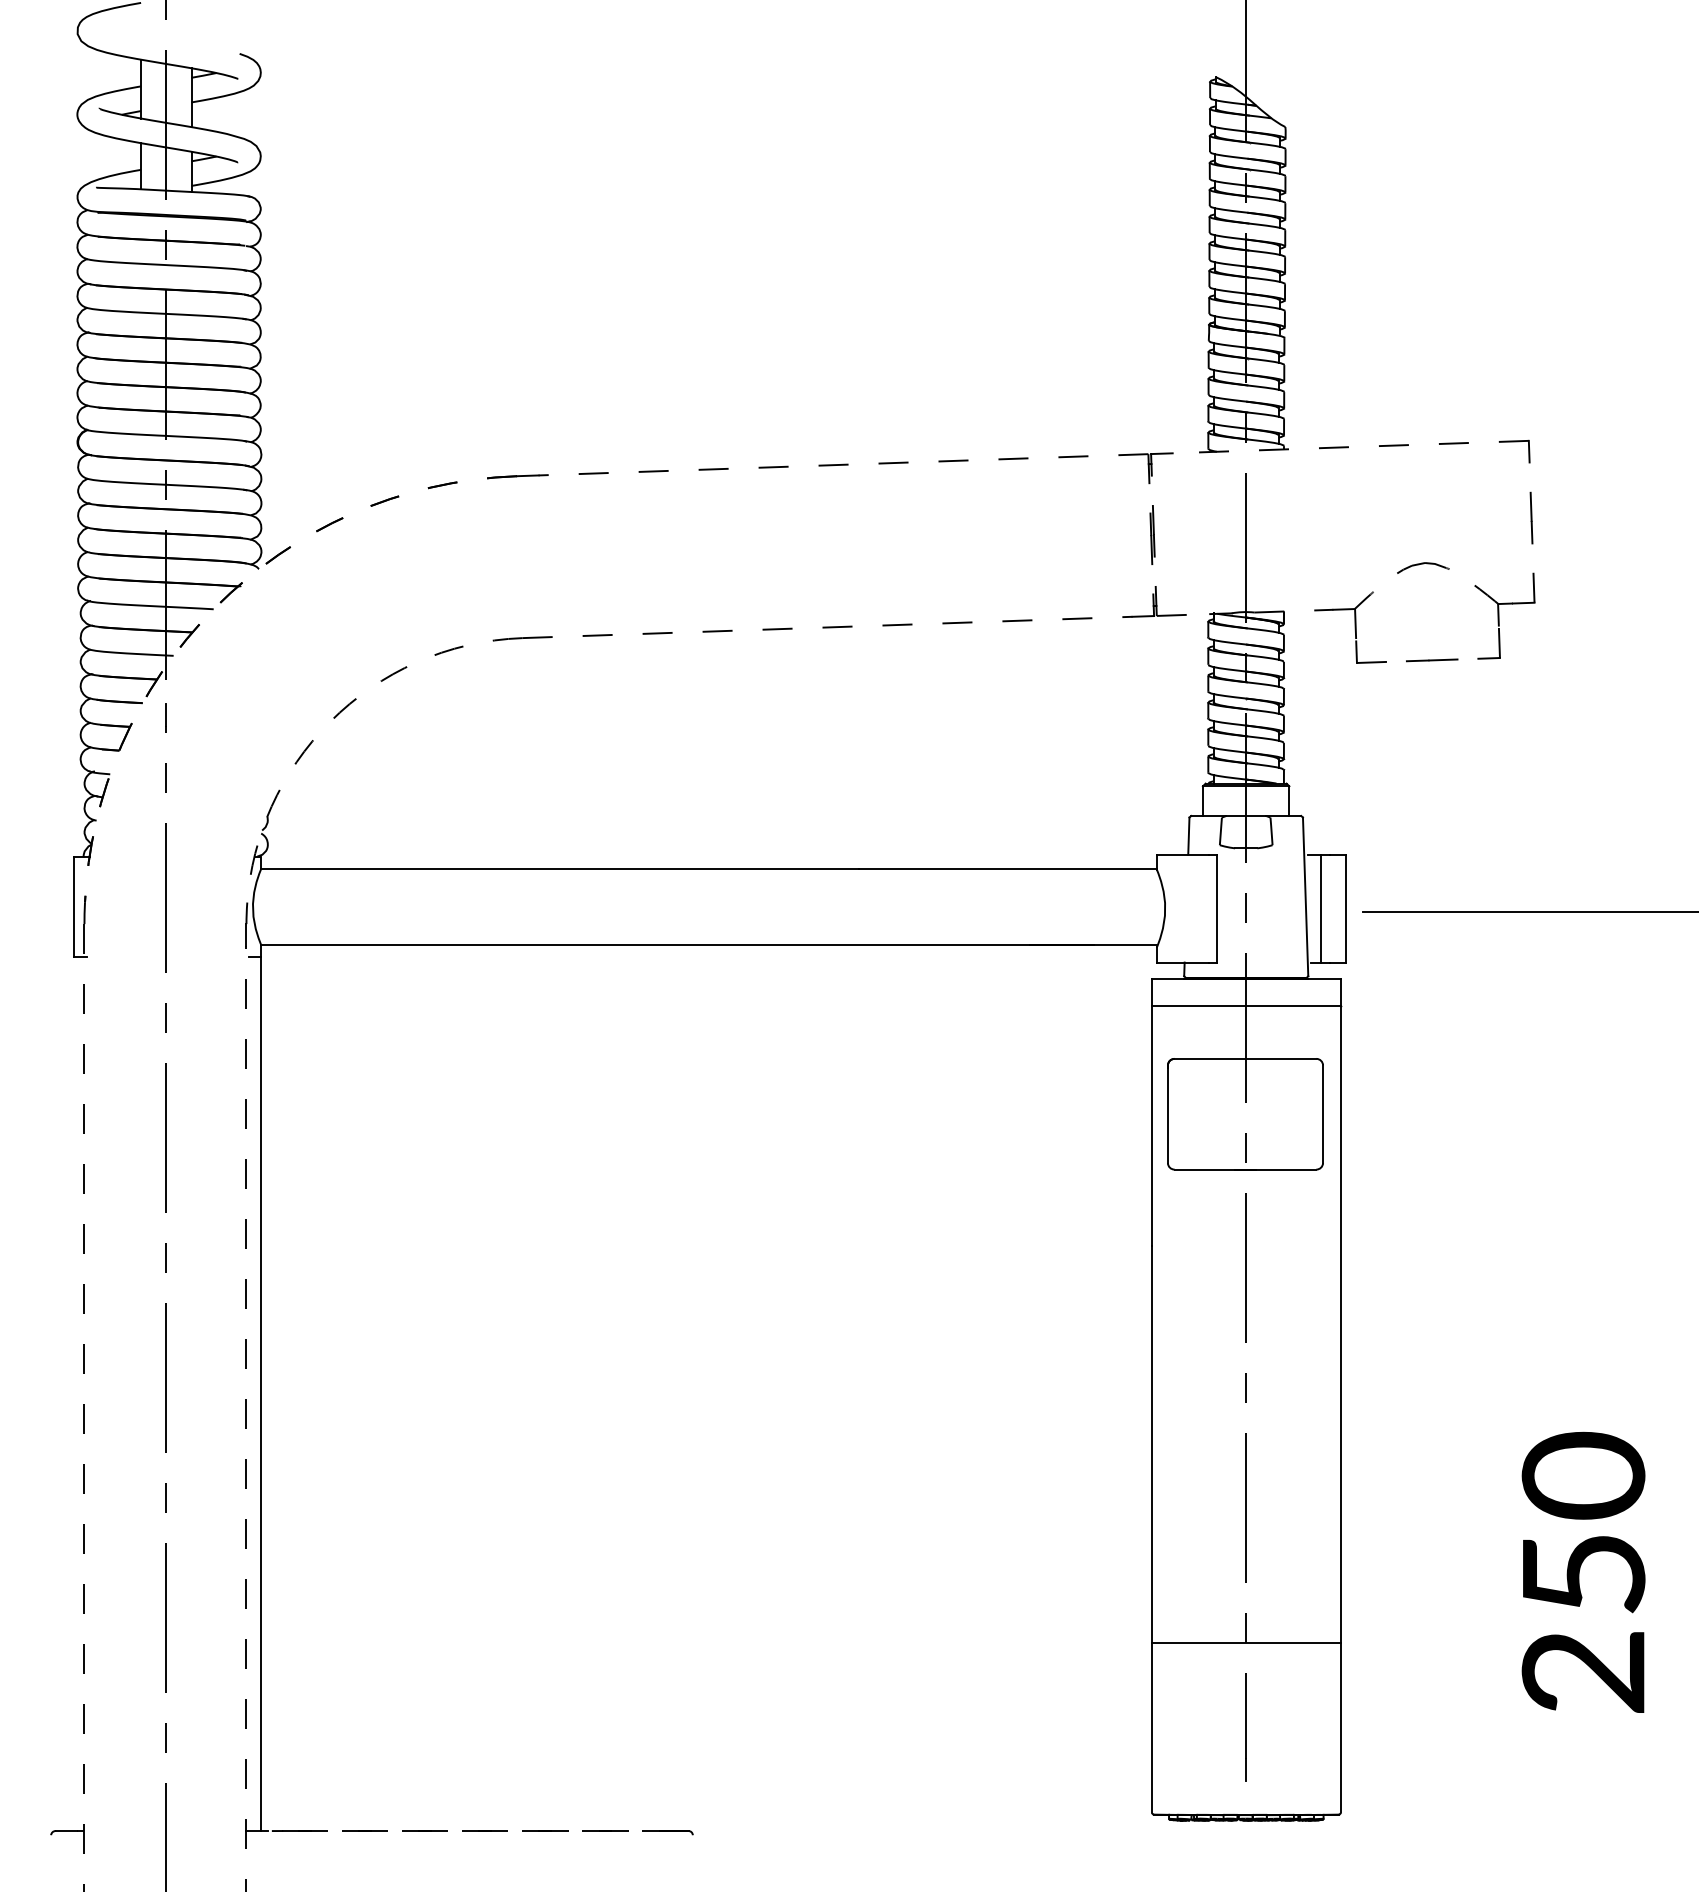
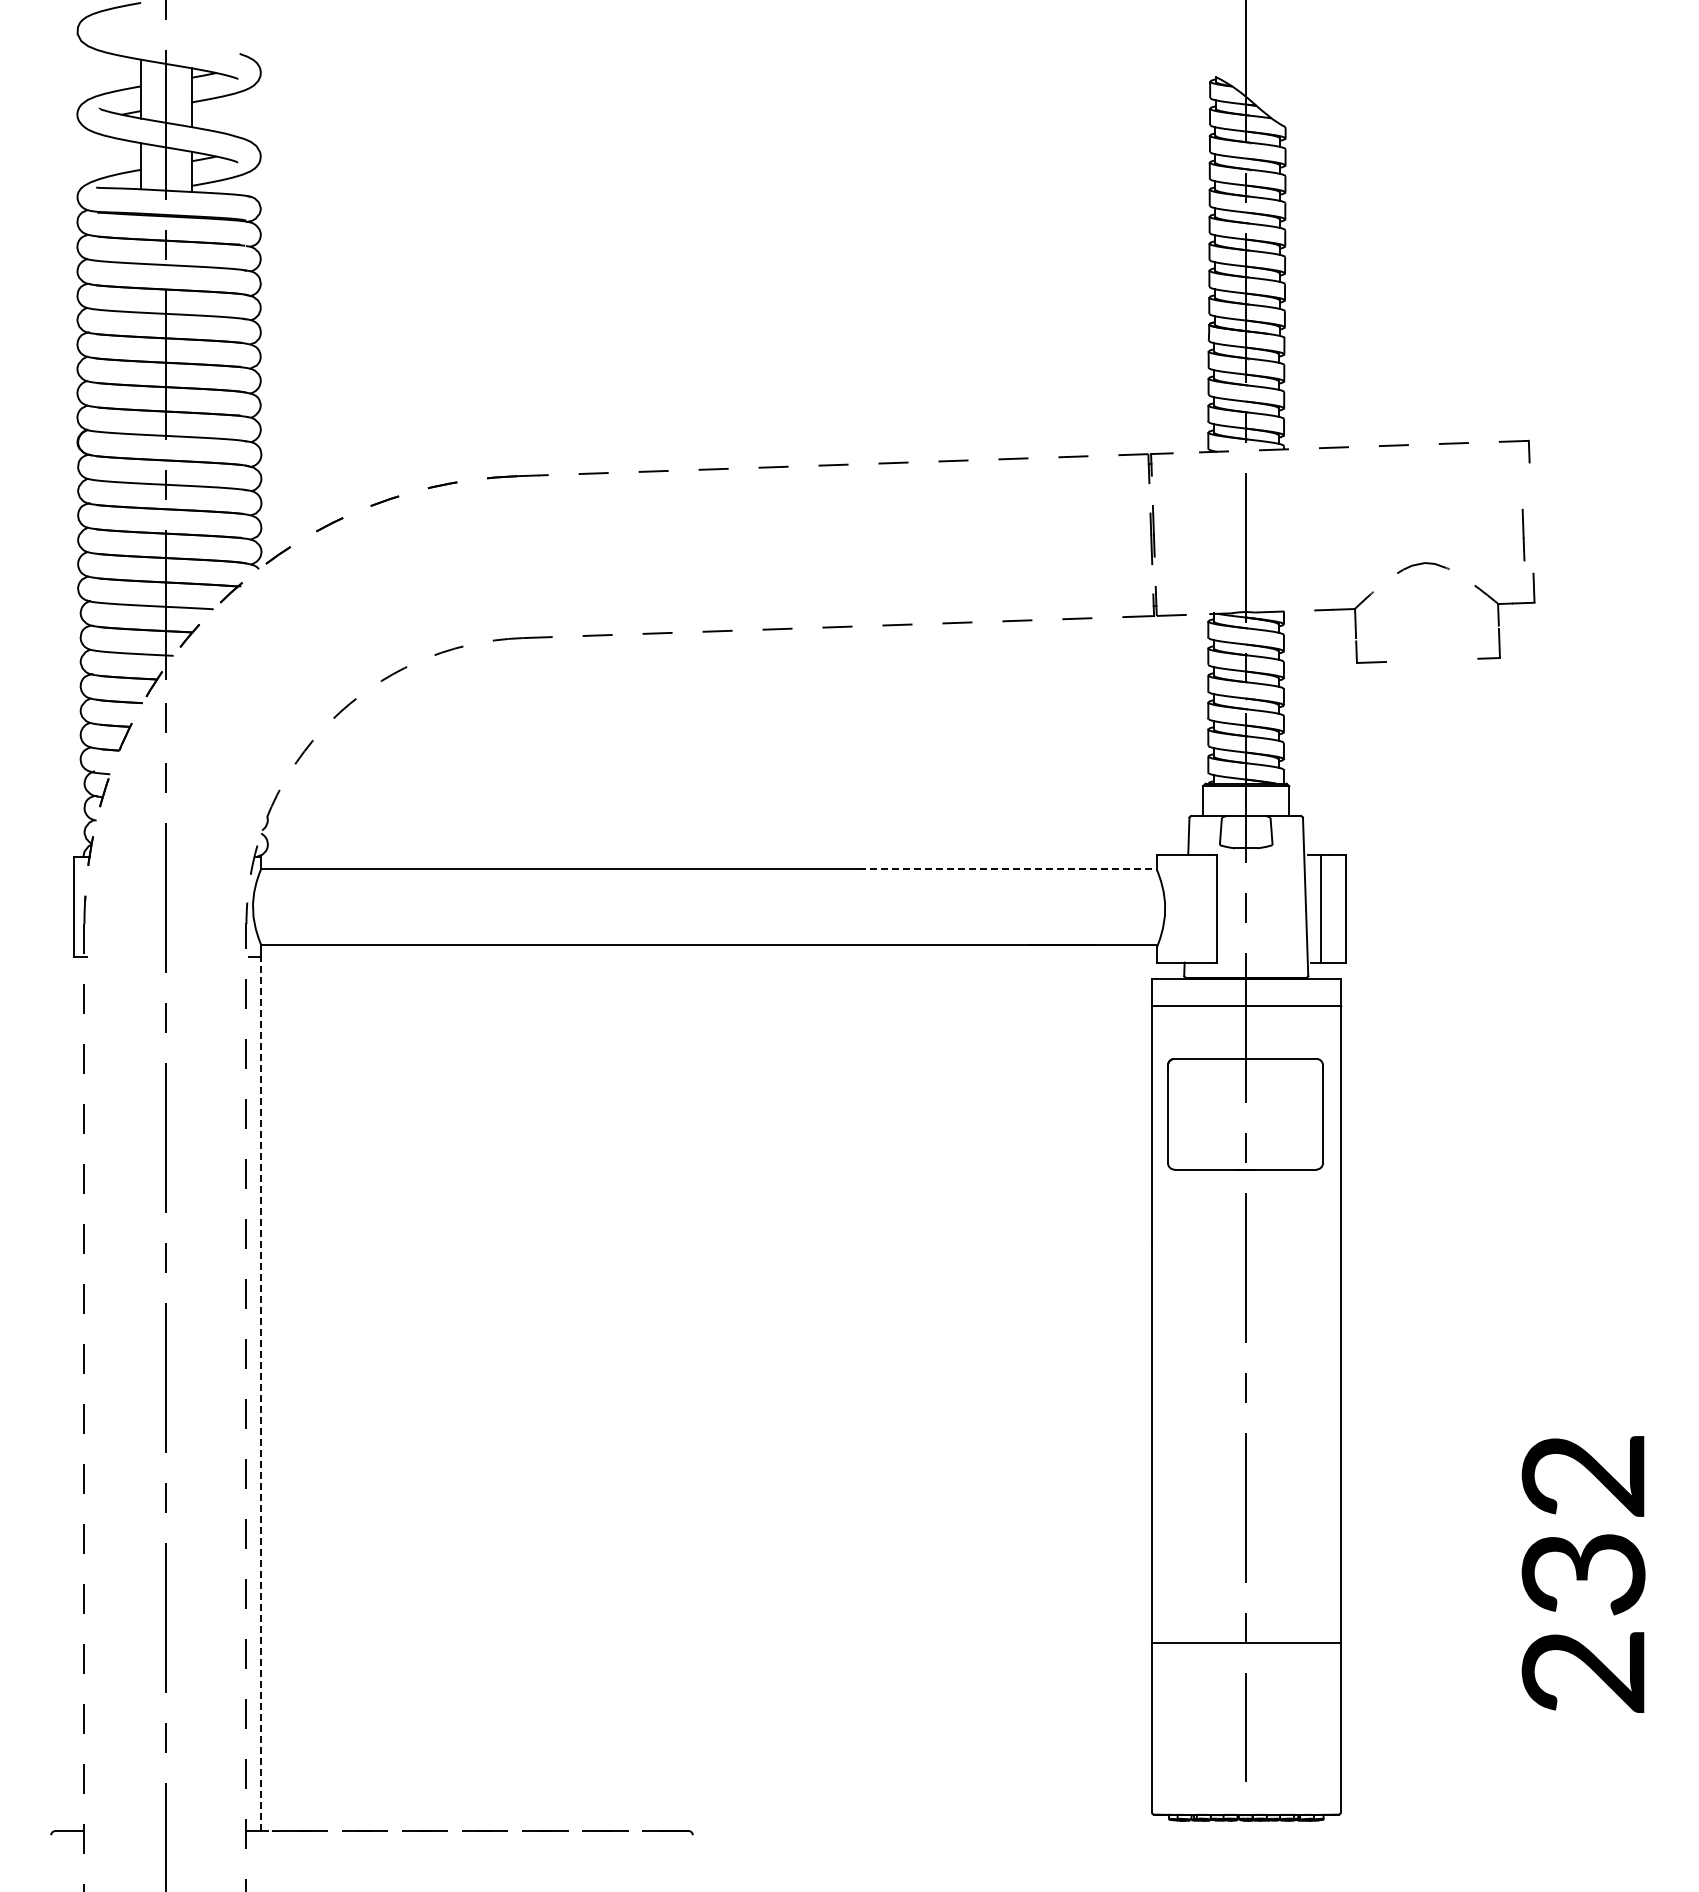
line at (1531, 517) position: (1531, 517) -> (1523, 534)
line at (1432, 660): present -> none
line at (1008, 869): solid -> dashed
line at (1529, 911): present -> none
line at (261, 1393): solid -> dashed
text at (1583, 1523): 250 -> 232
